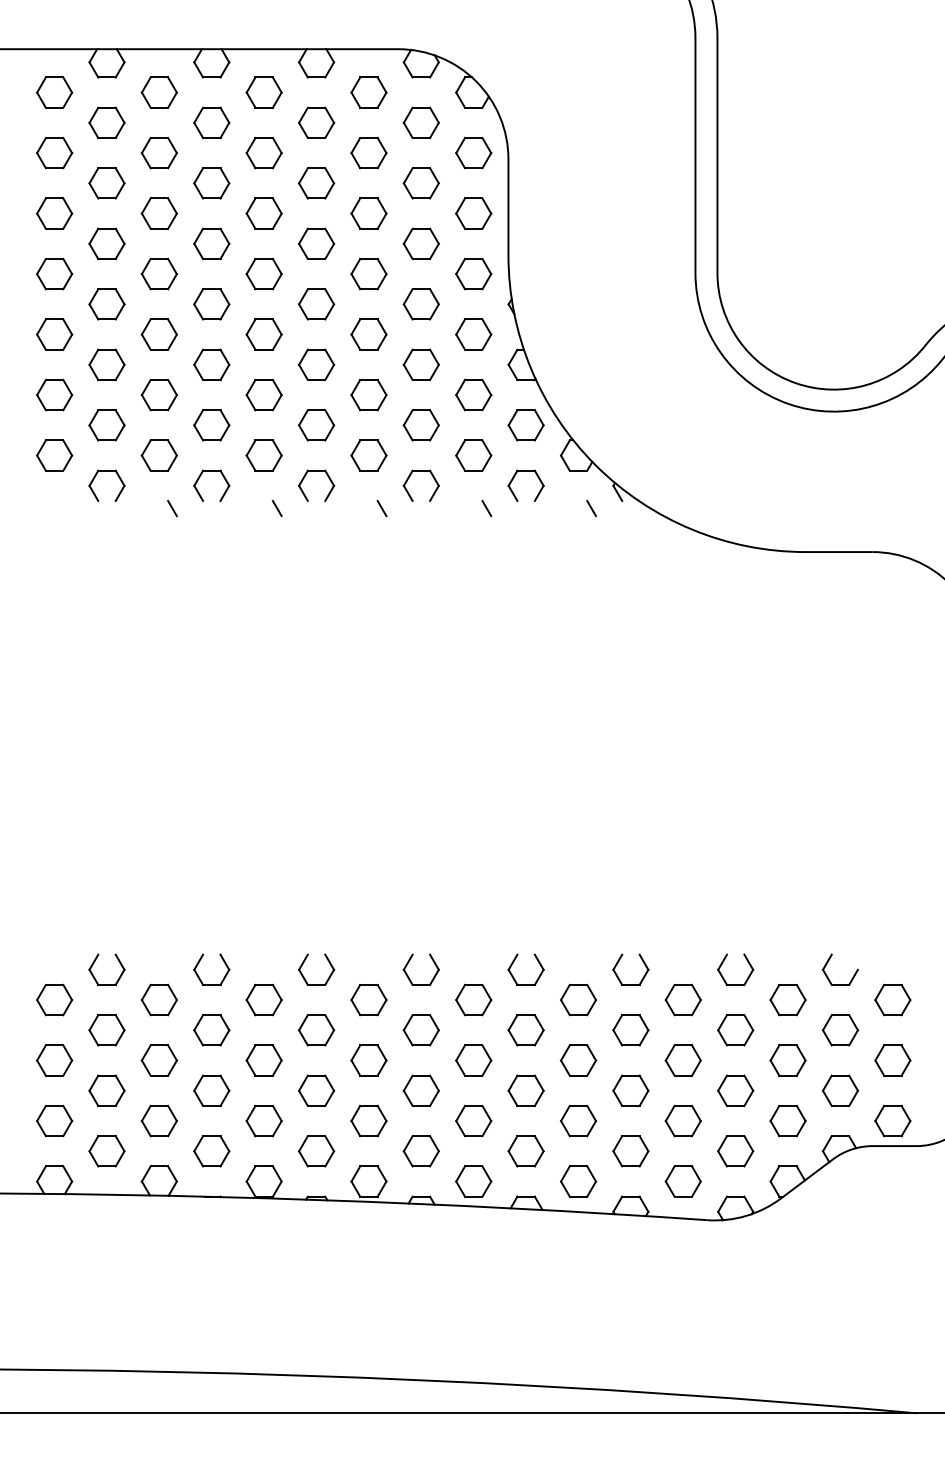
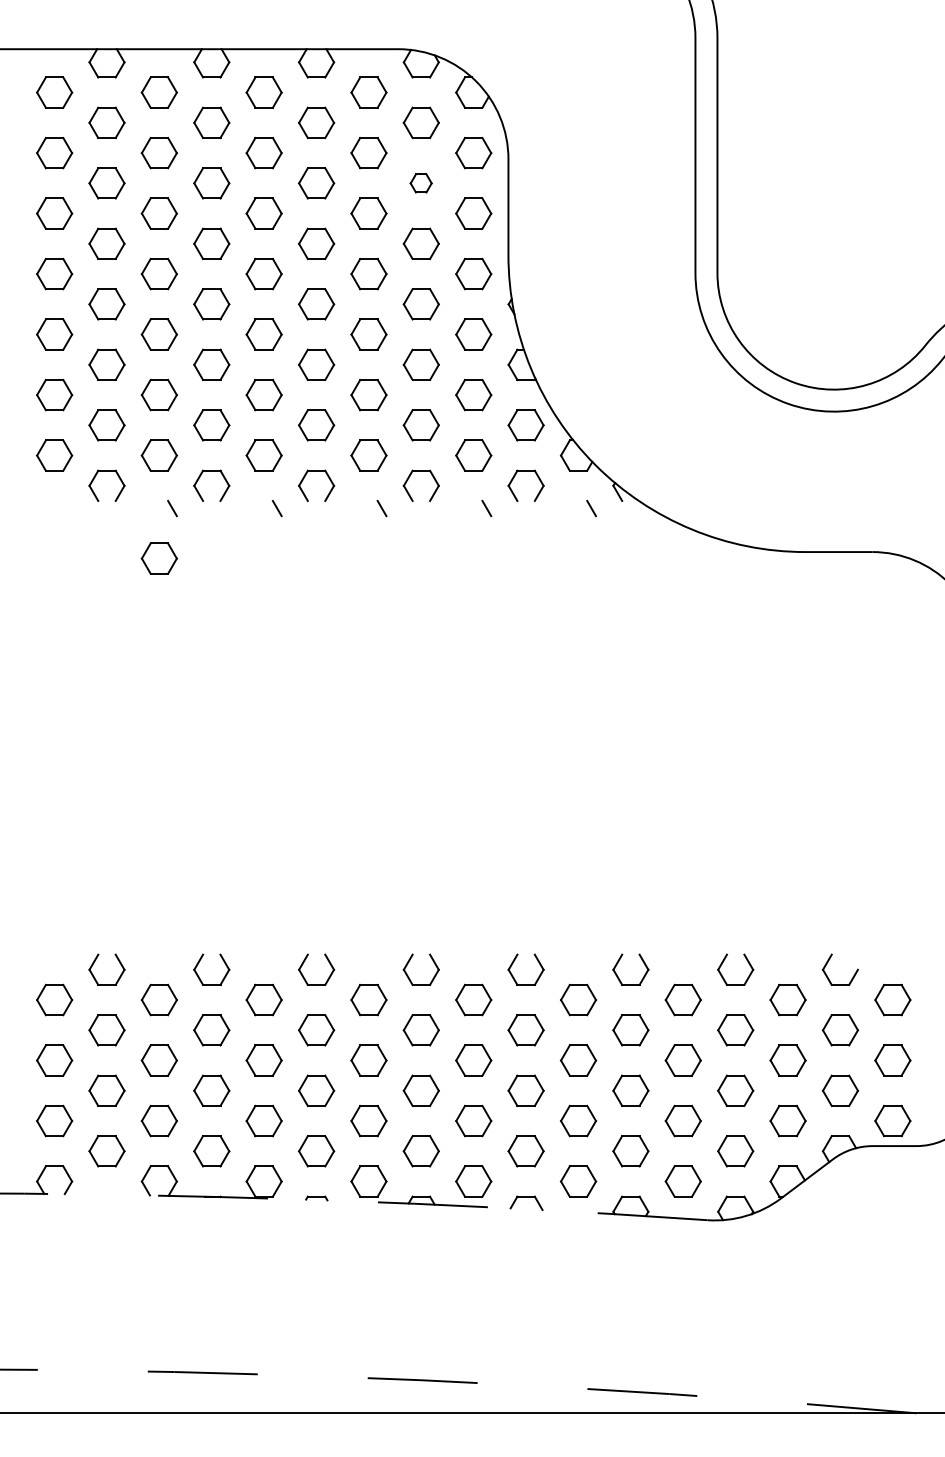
part at (420, 183) size: 38x33 px -> 24x21 px
part at (158, 558): none -> present
arc at (353, 1201): solid -> dashed
arc at (458, 1382): solid -> dashed
